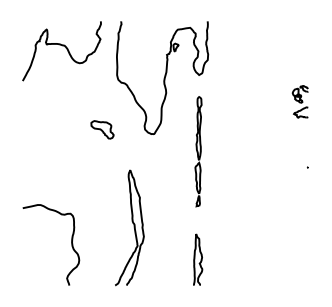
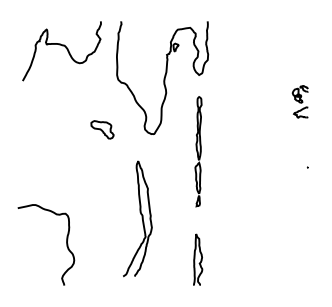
curve at (133, 227) position: (133, 227) -> (141, 218)
curve at (71, 244) position: (71, 244) -> (66, 244)
